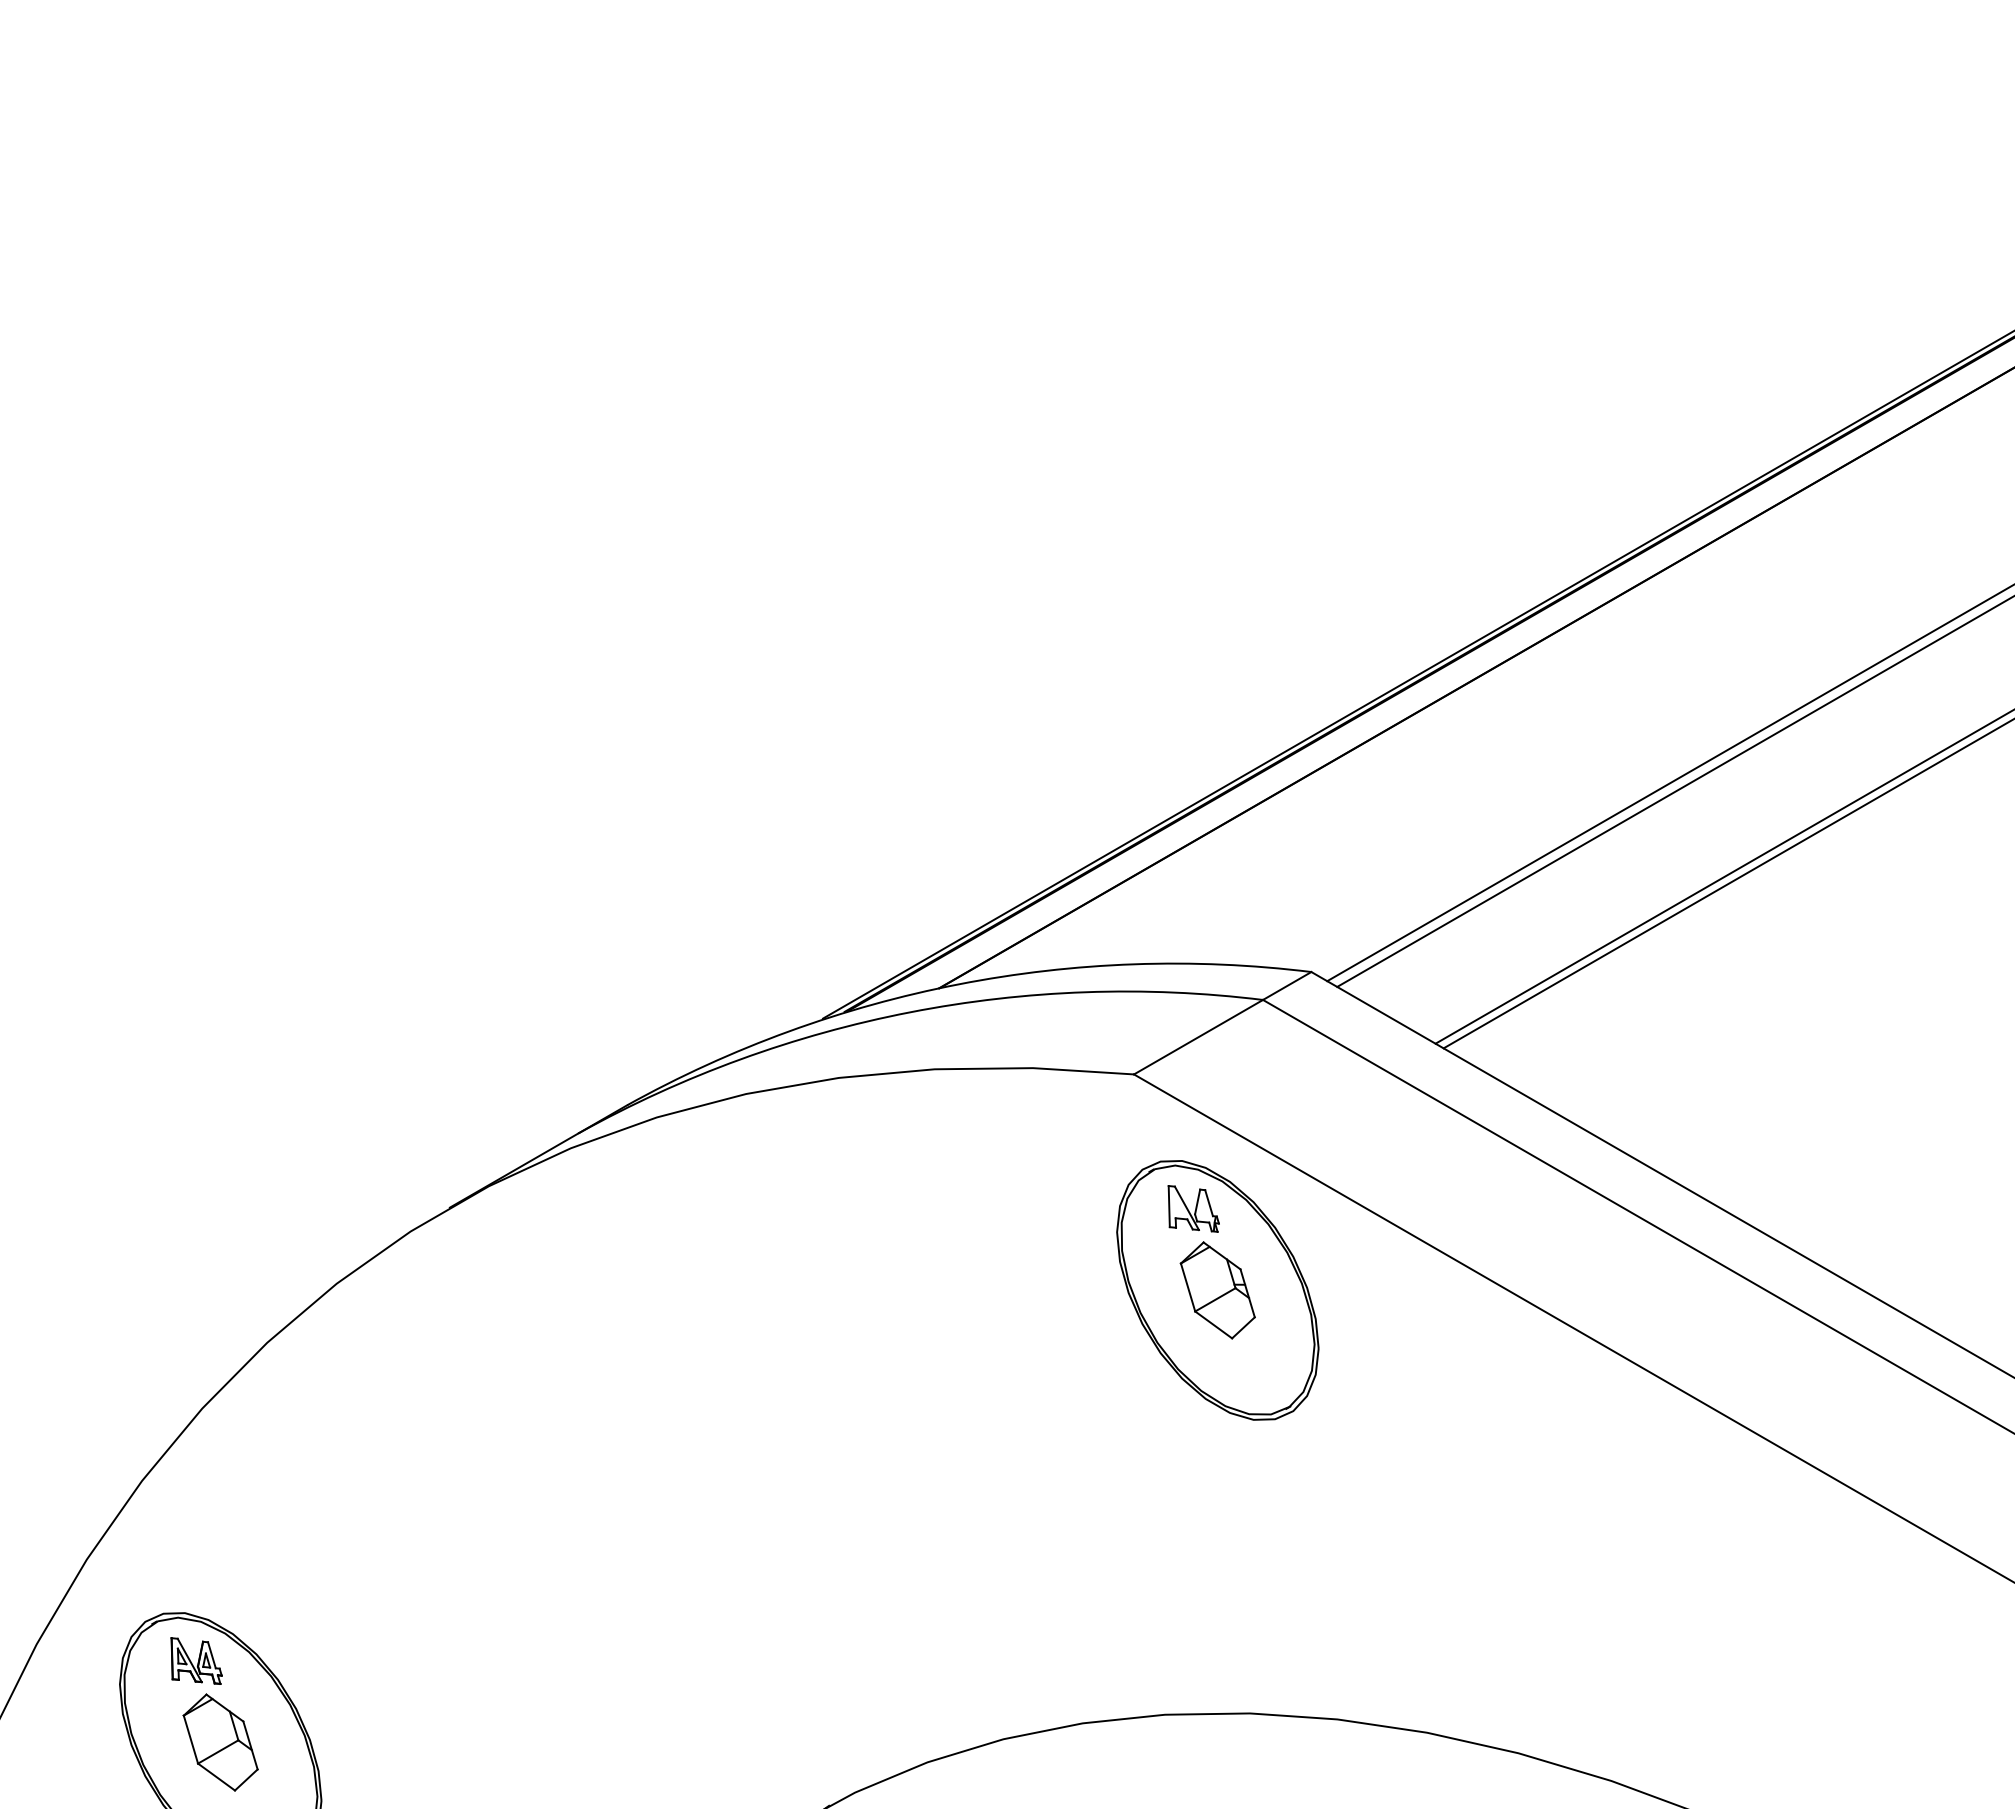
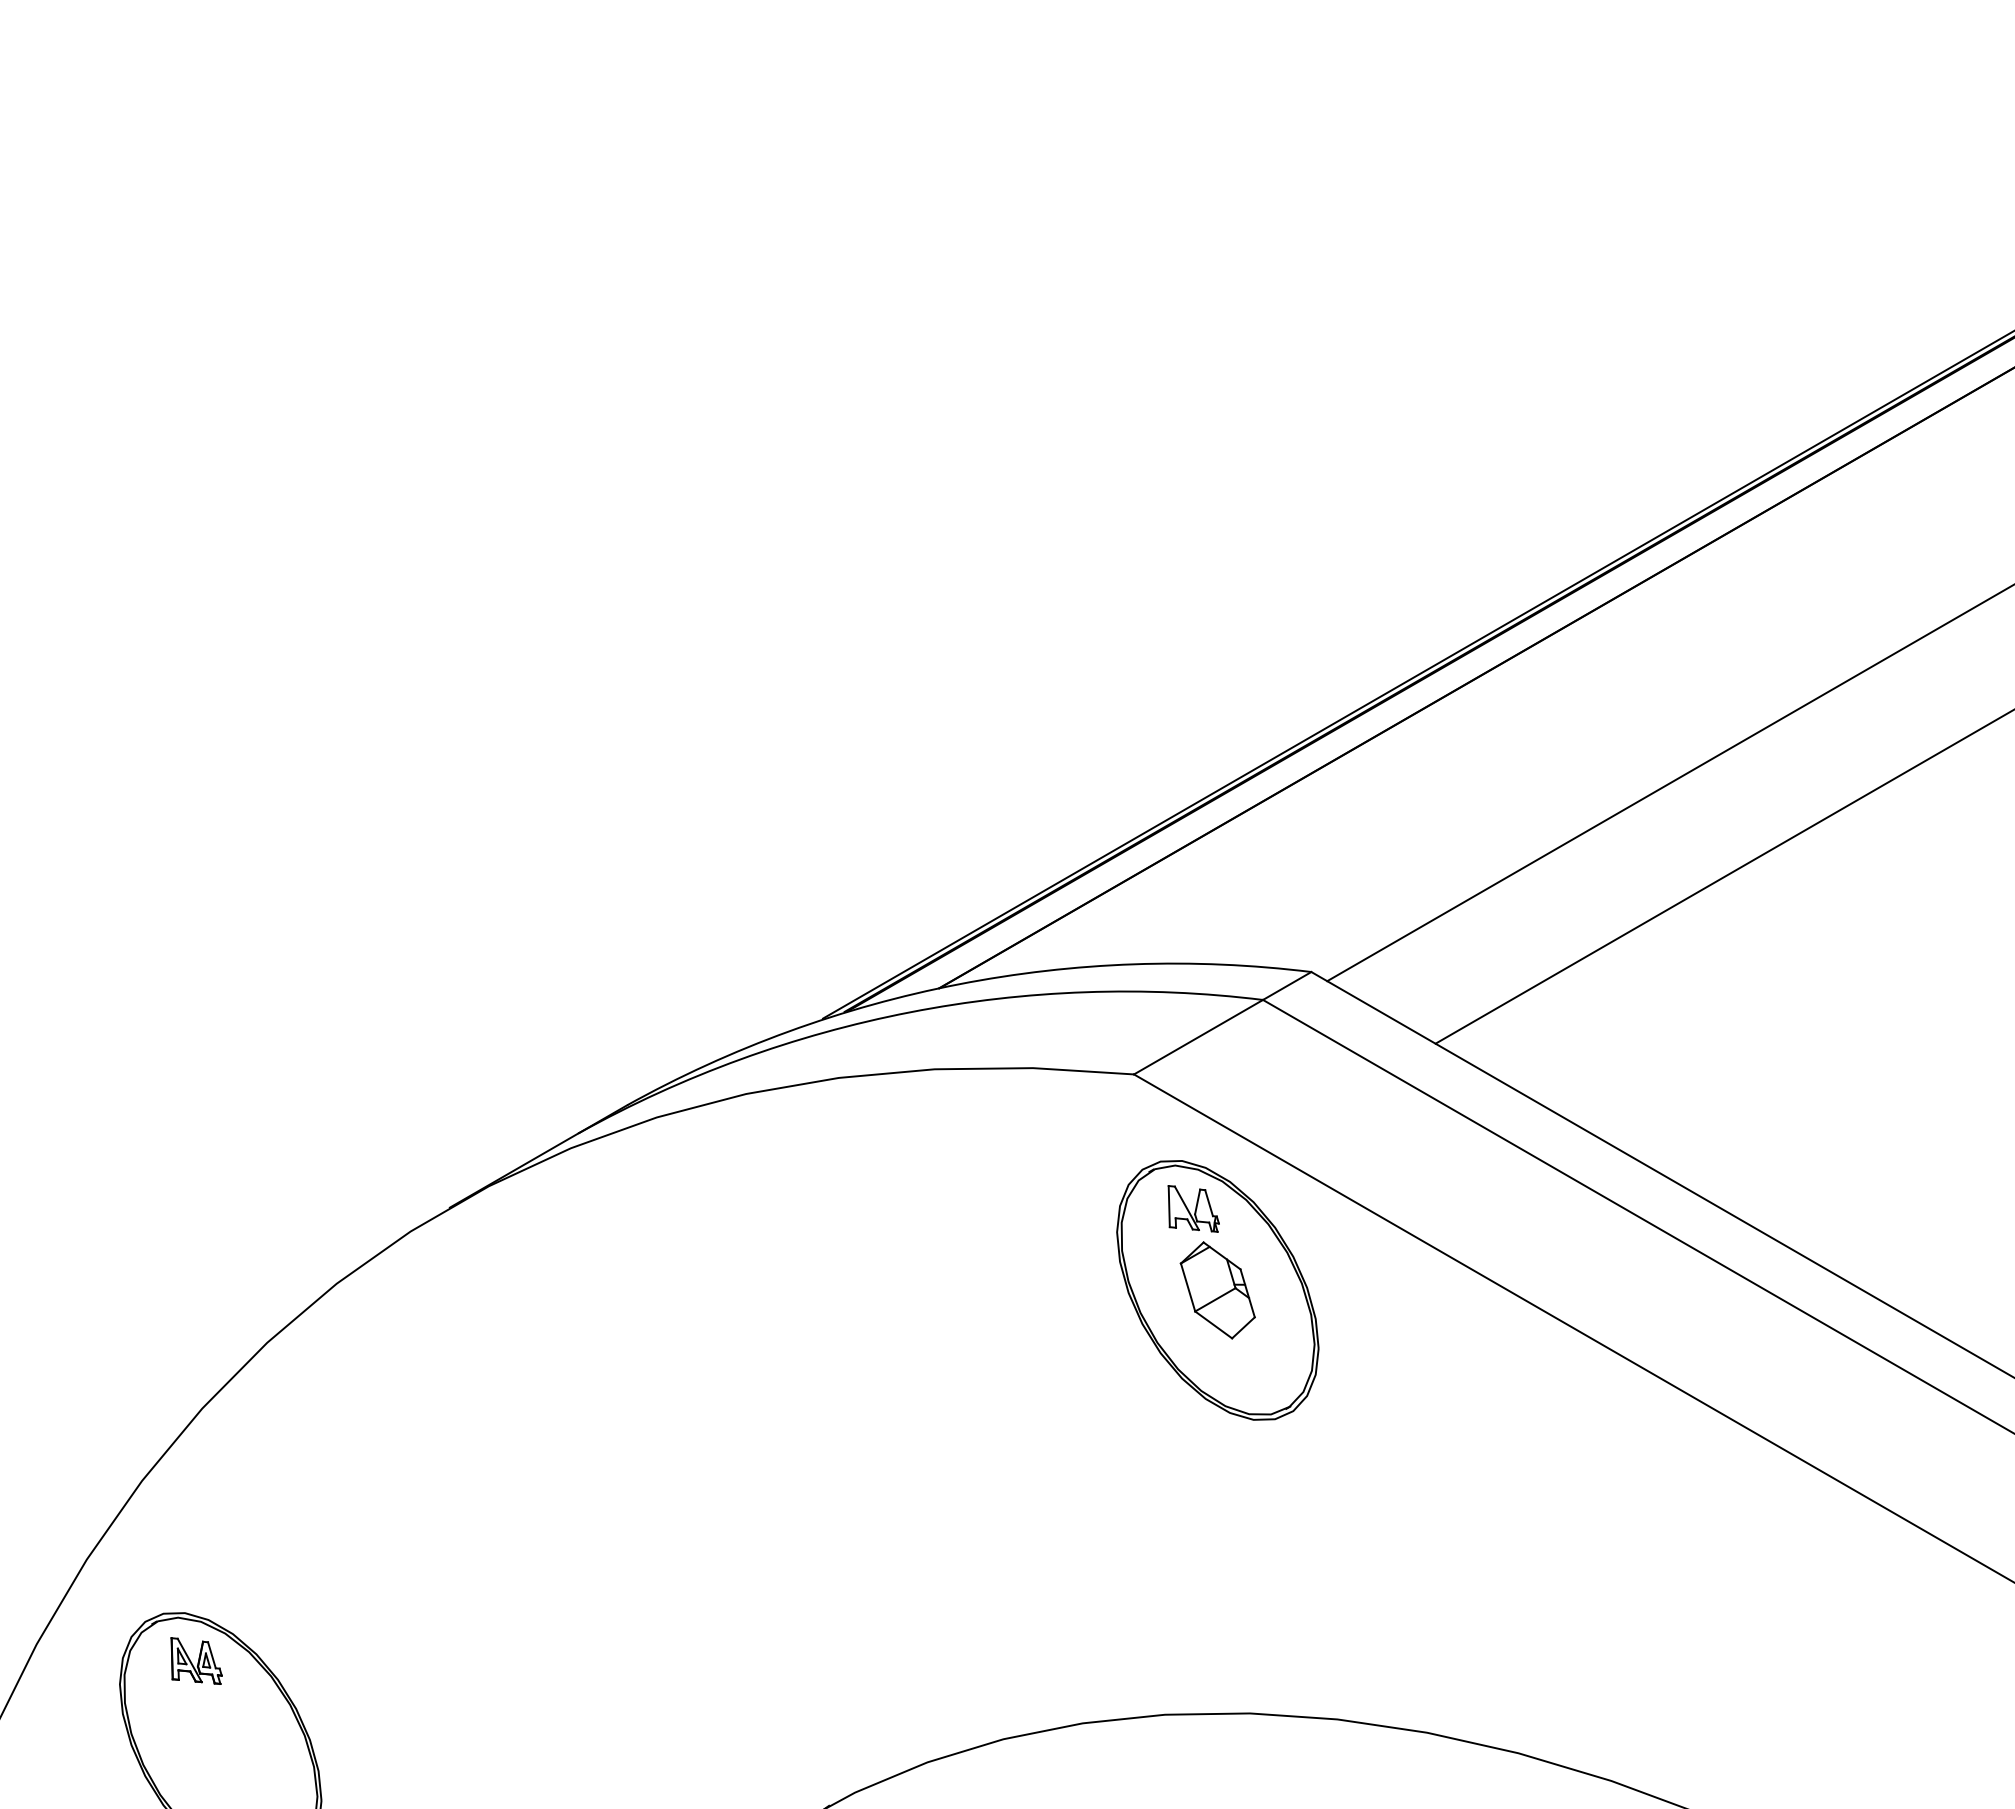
line at (1674, 791): present -> none
line at (1727, 884): present -> none
part at (220, 1742): present -> none
